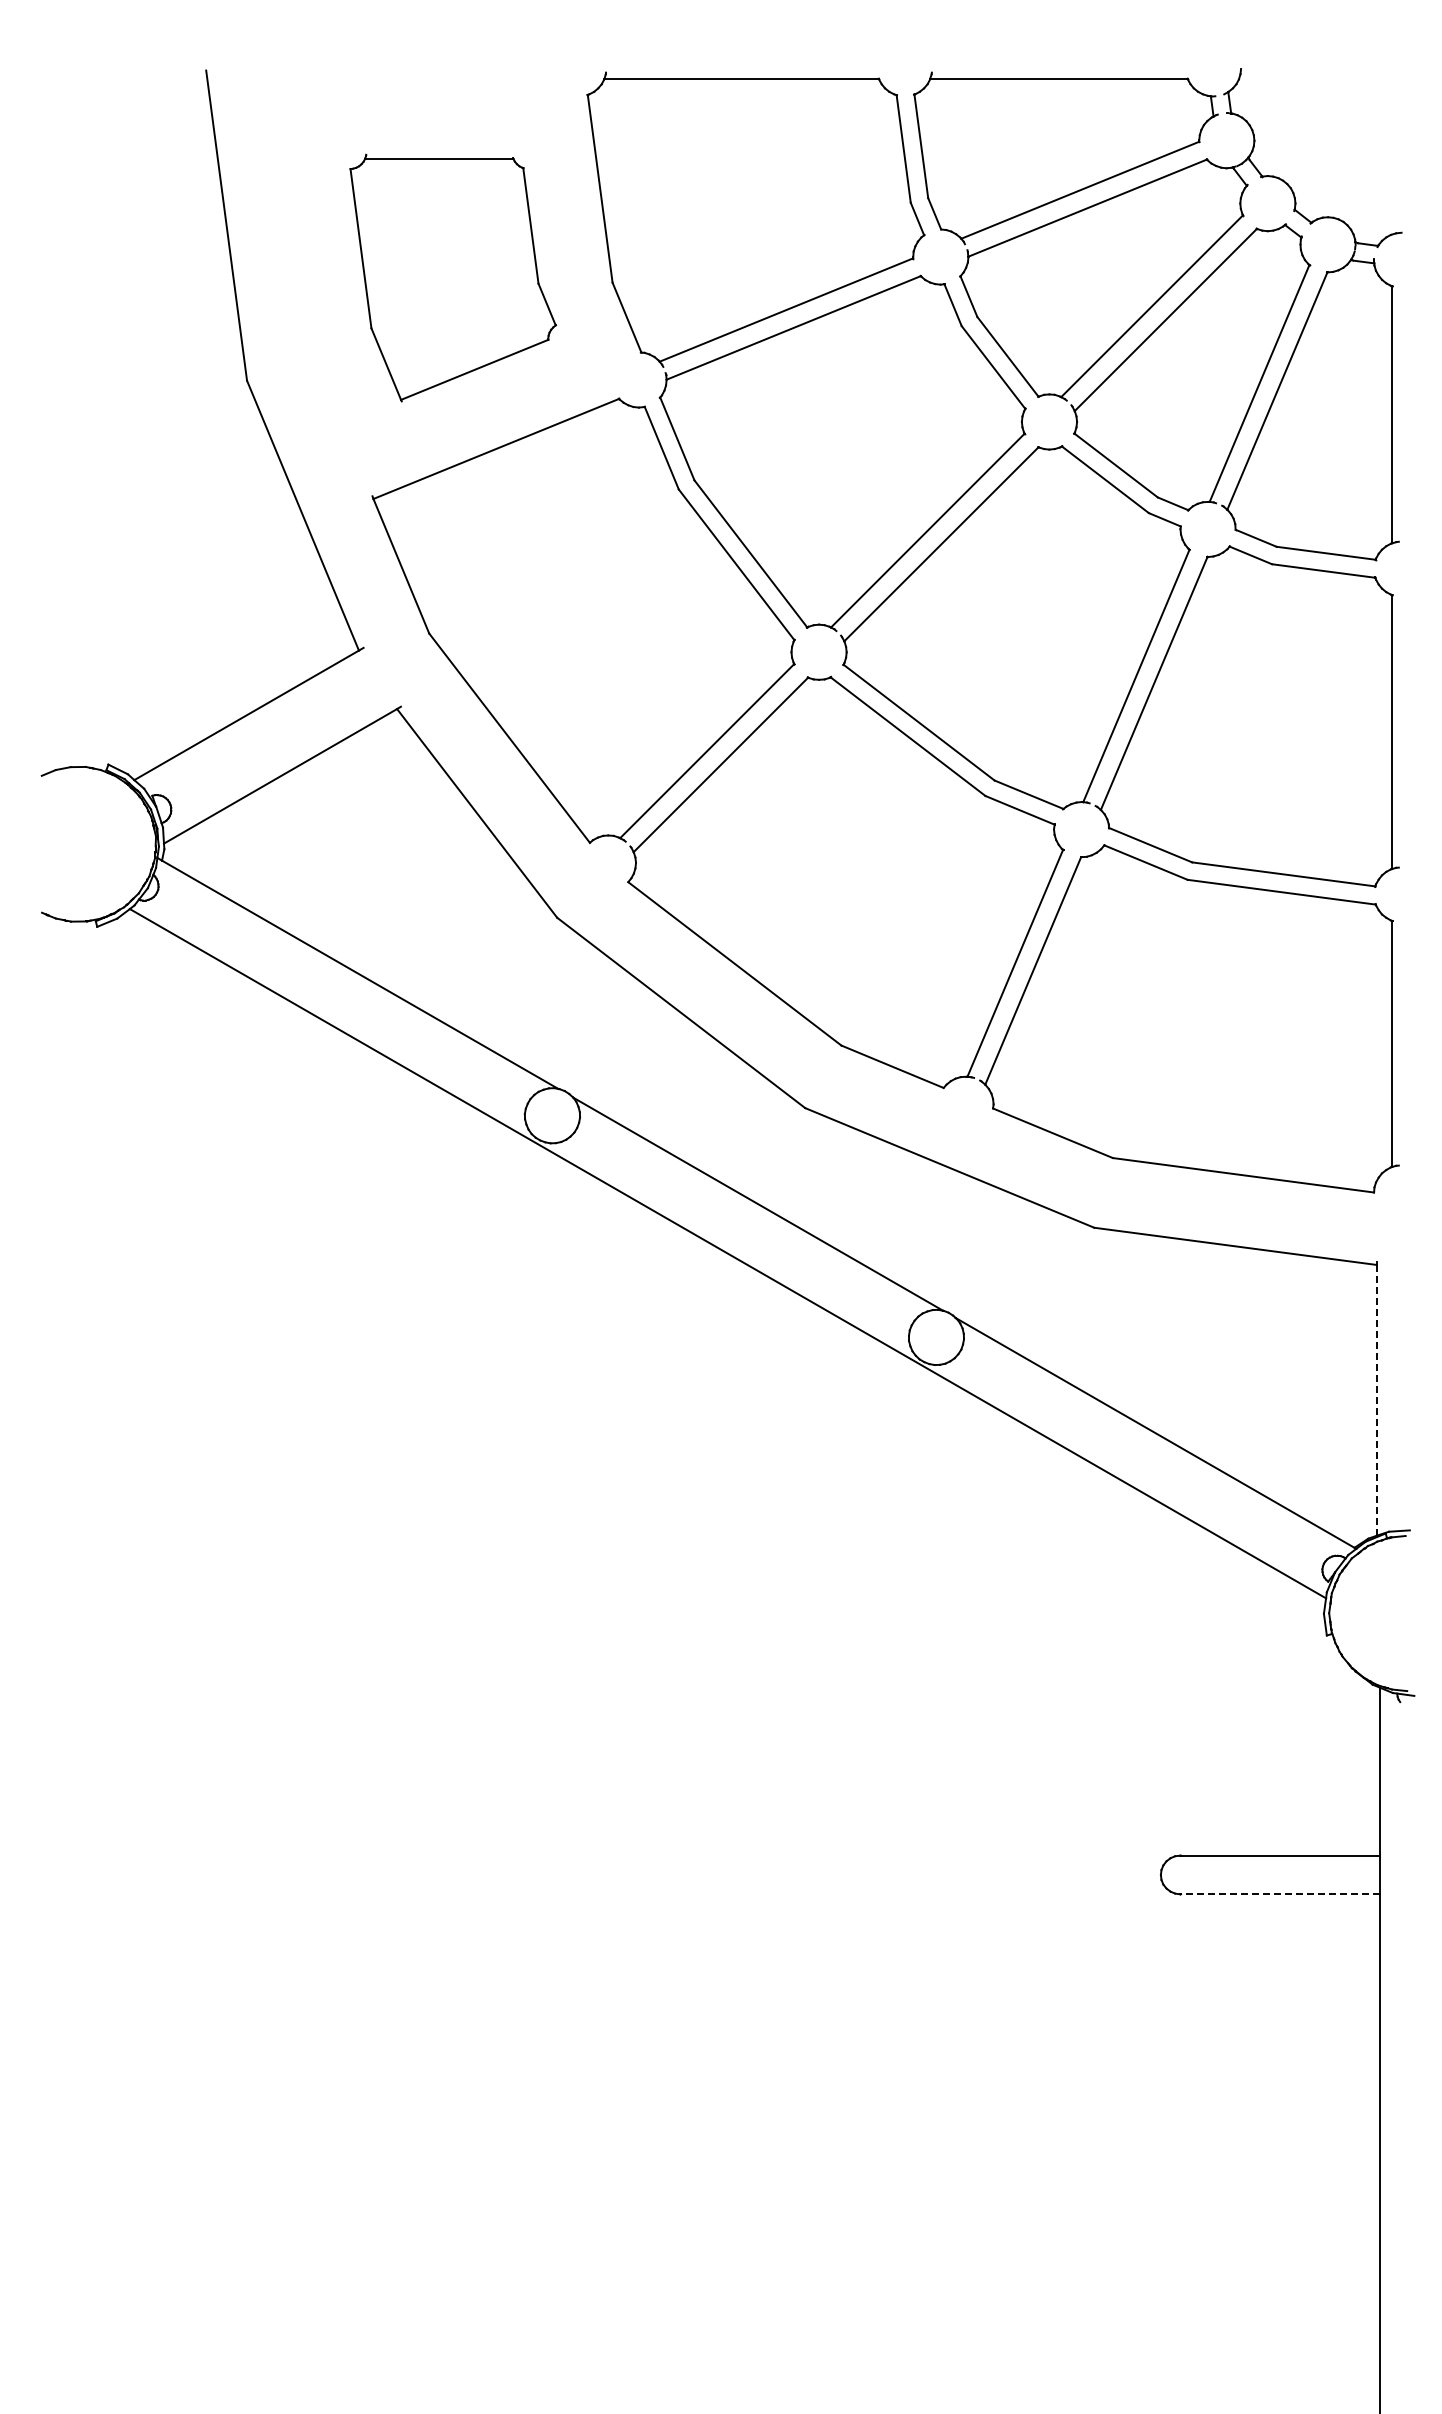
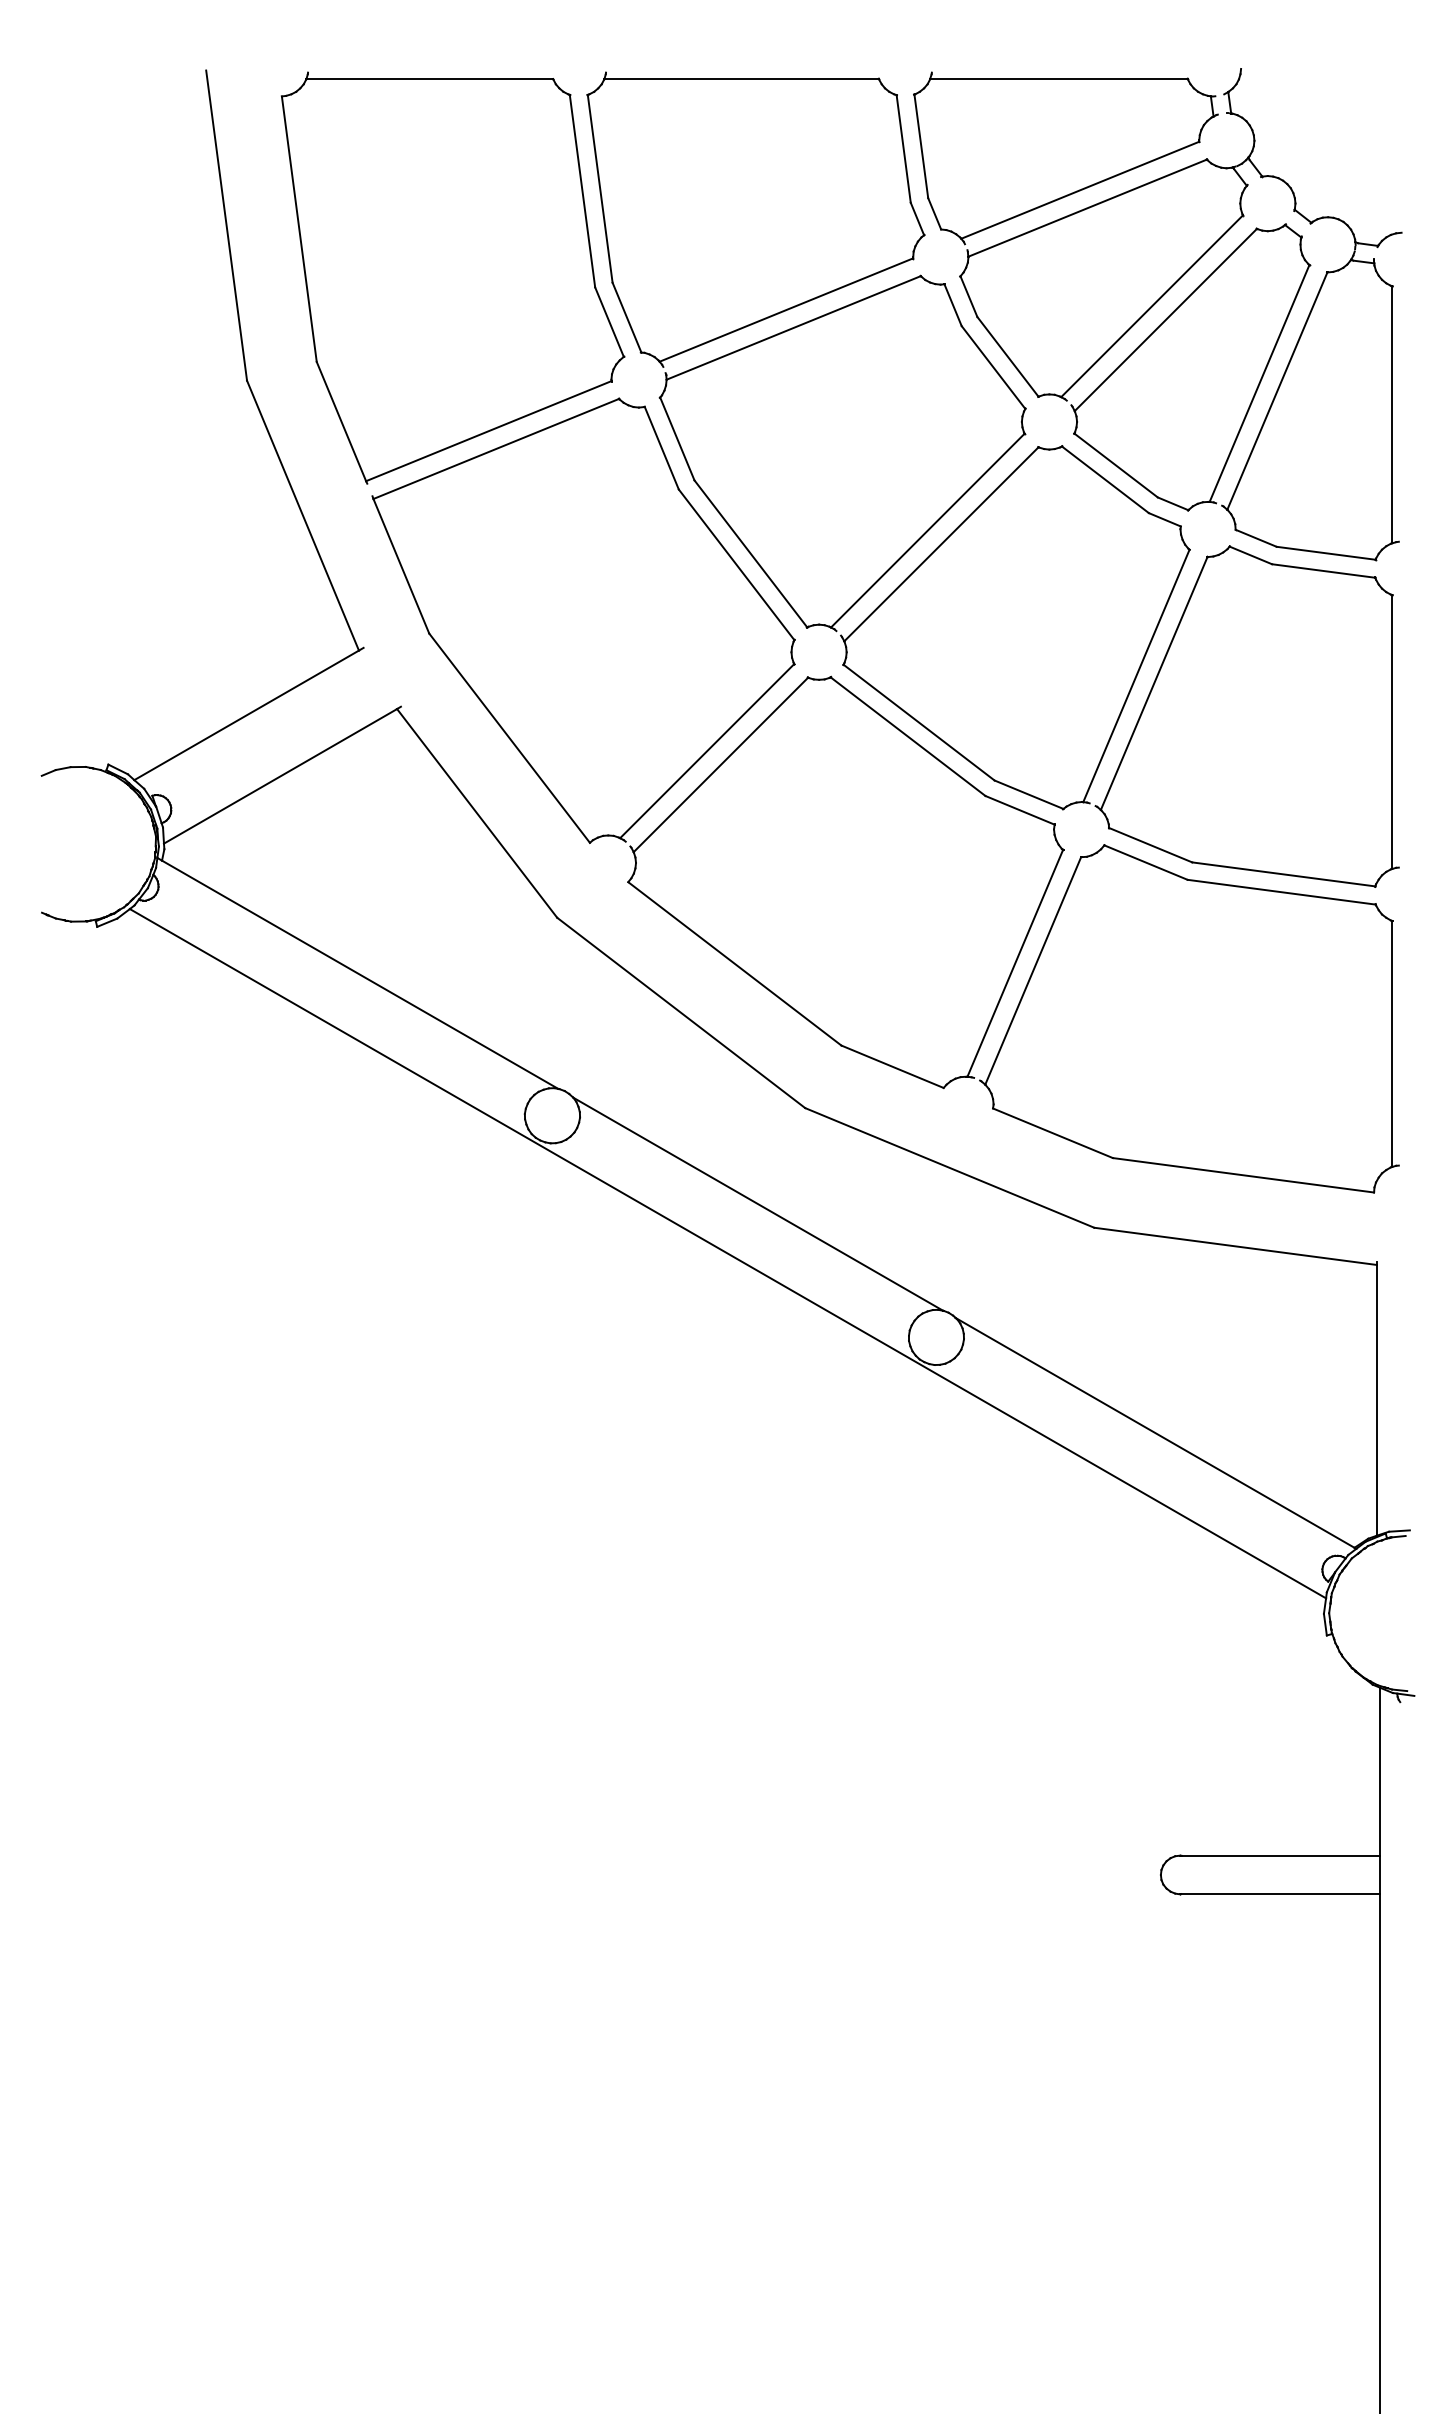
part at (453, 277) size: 209x250 px -> 345x414 px
line at (1376, 1400): dashed -> solid
line at (1280, 1894): dashed -> solid
